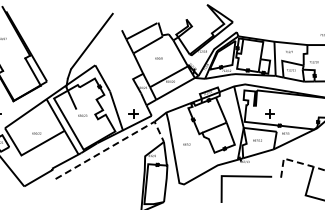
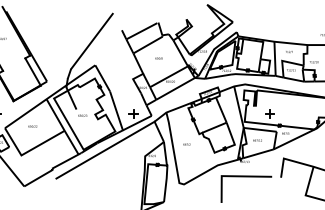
text at (36, 133) position: (36, 133) -> (32, 126)
line at (115, 144): dashed -> solid
line at (295, 161): dashed -> solid
